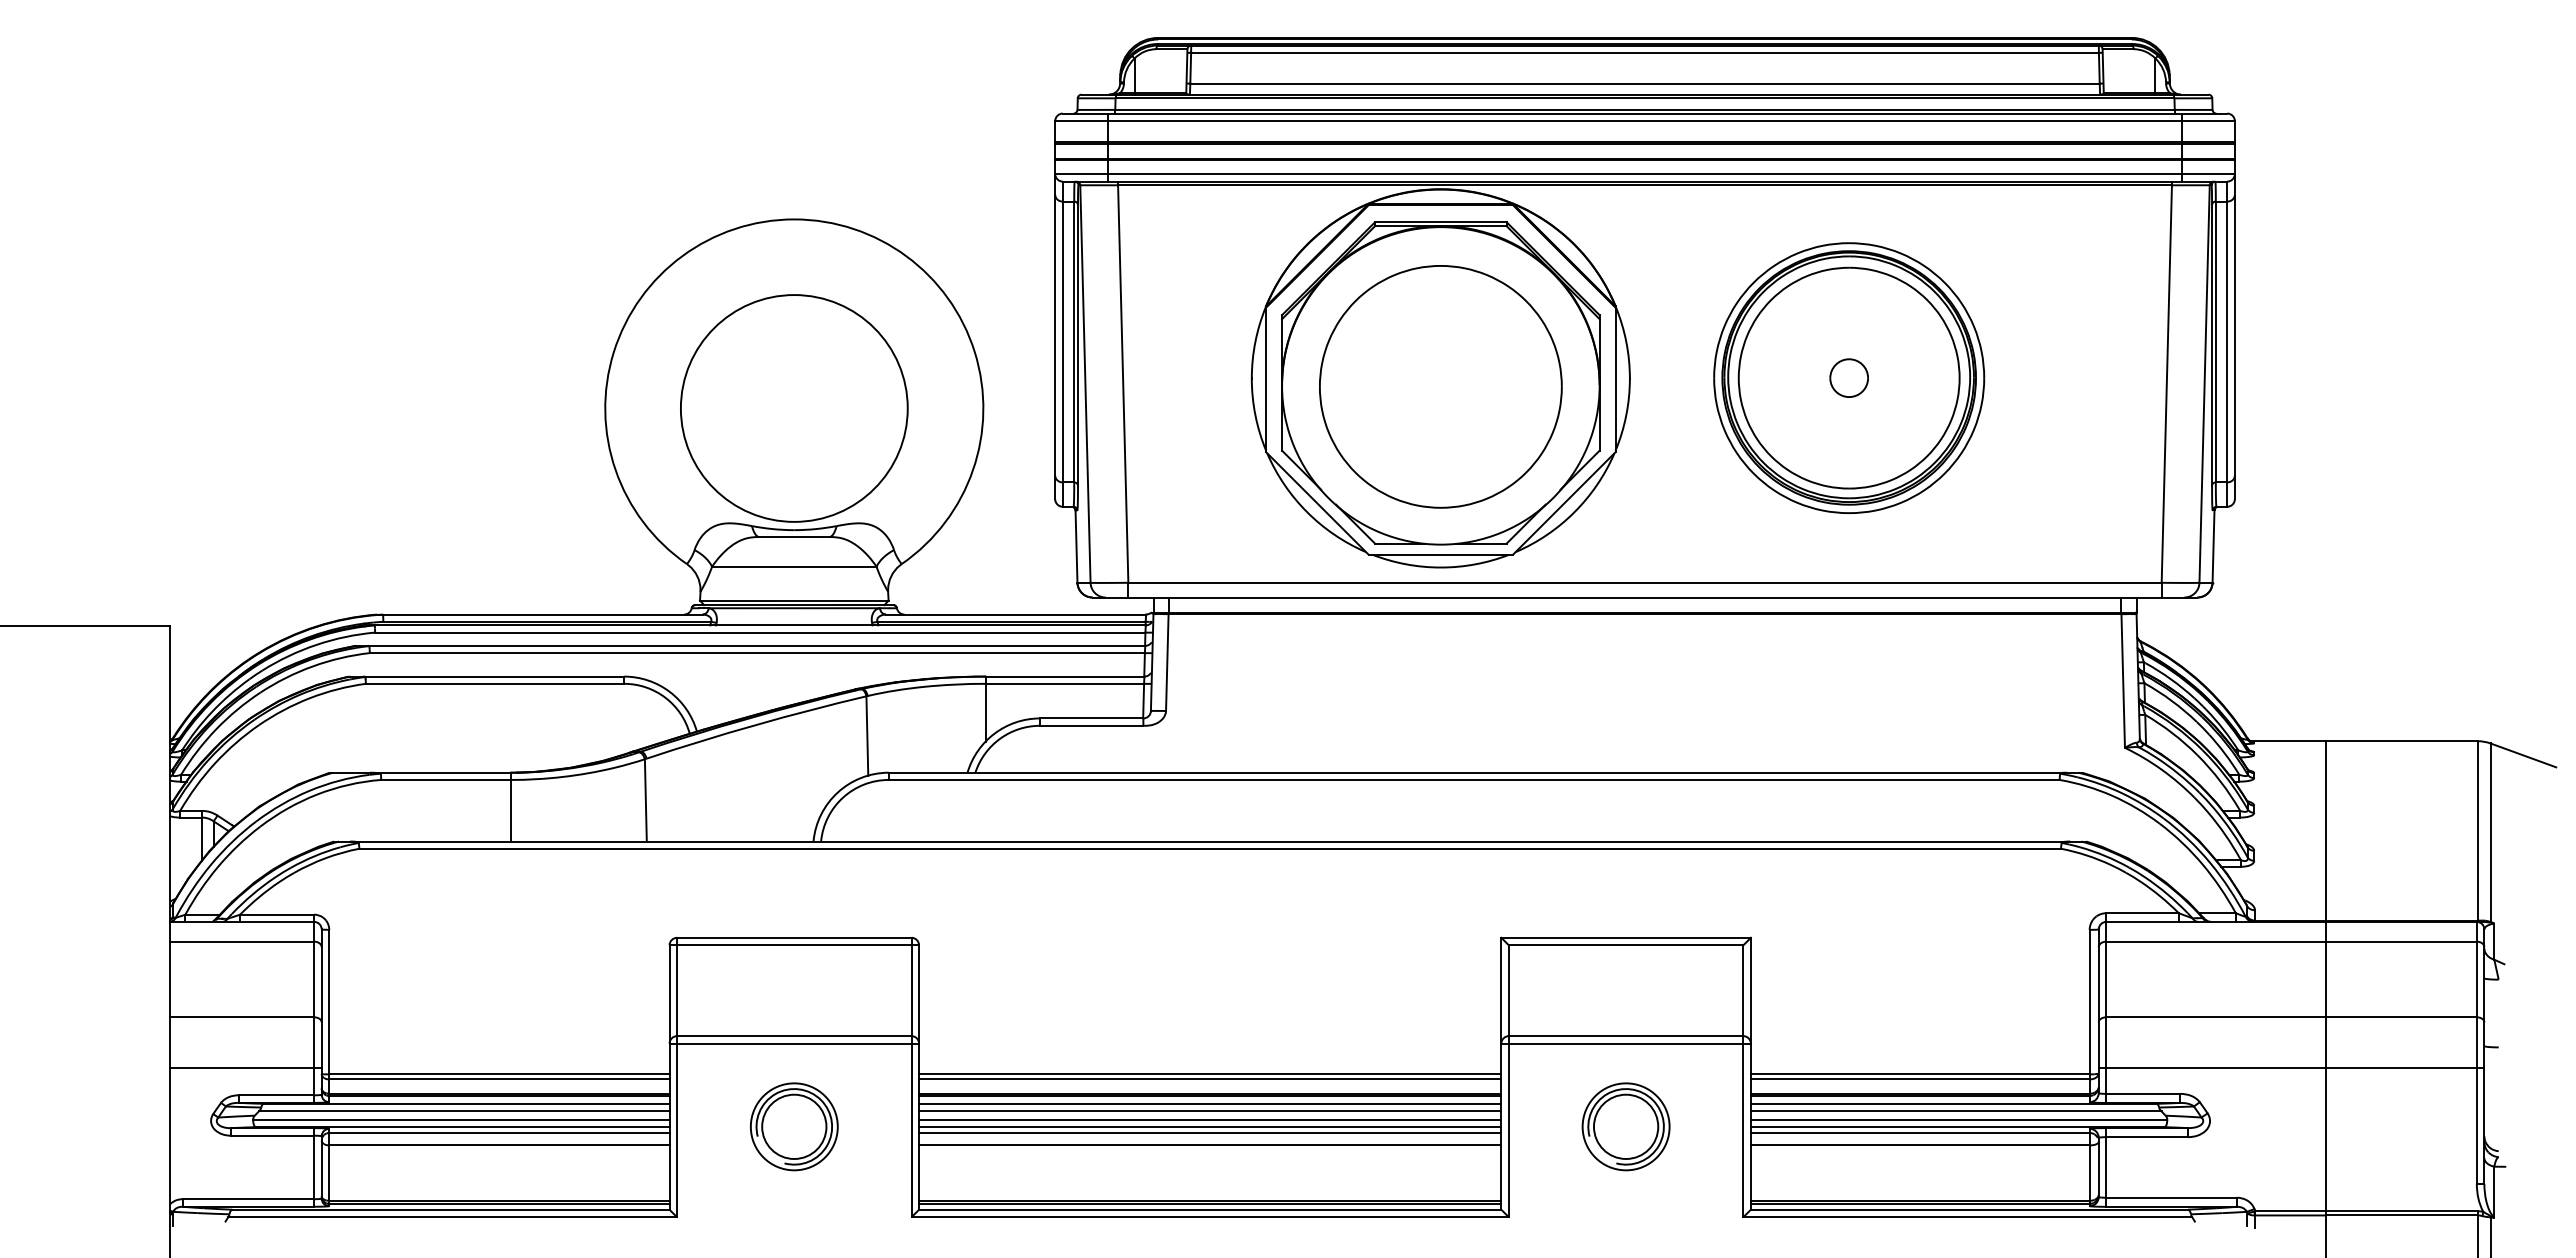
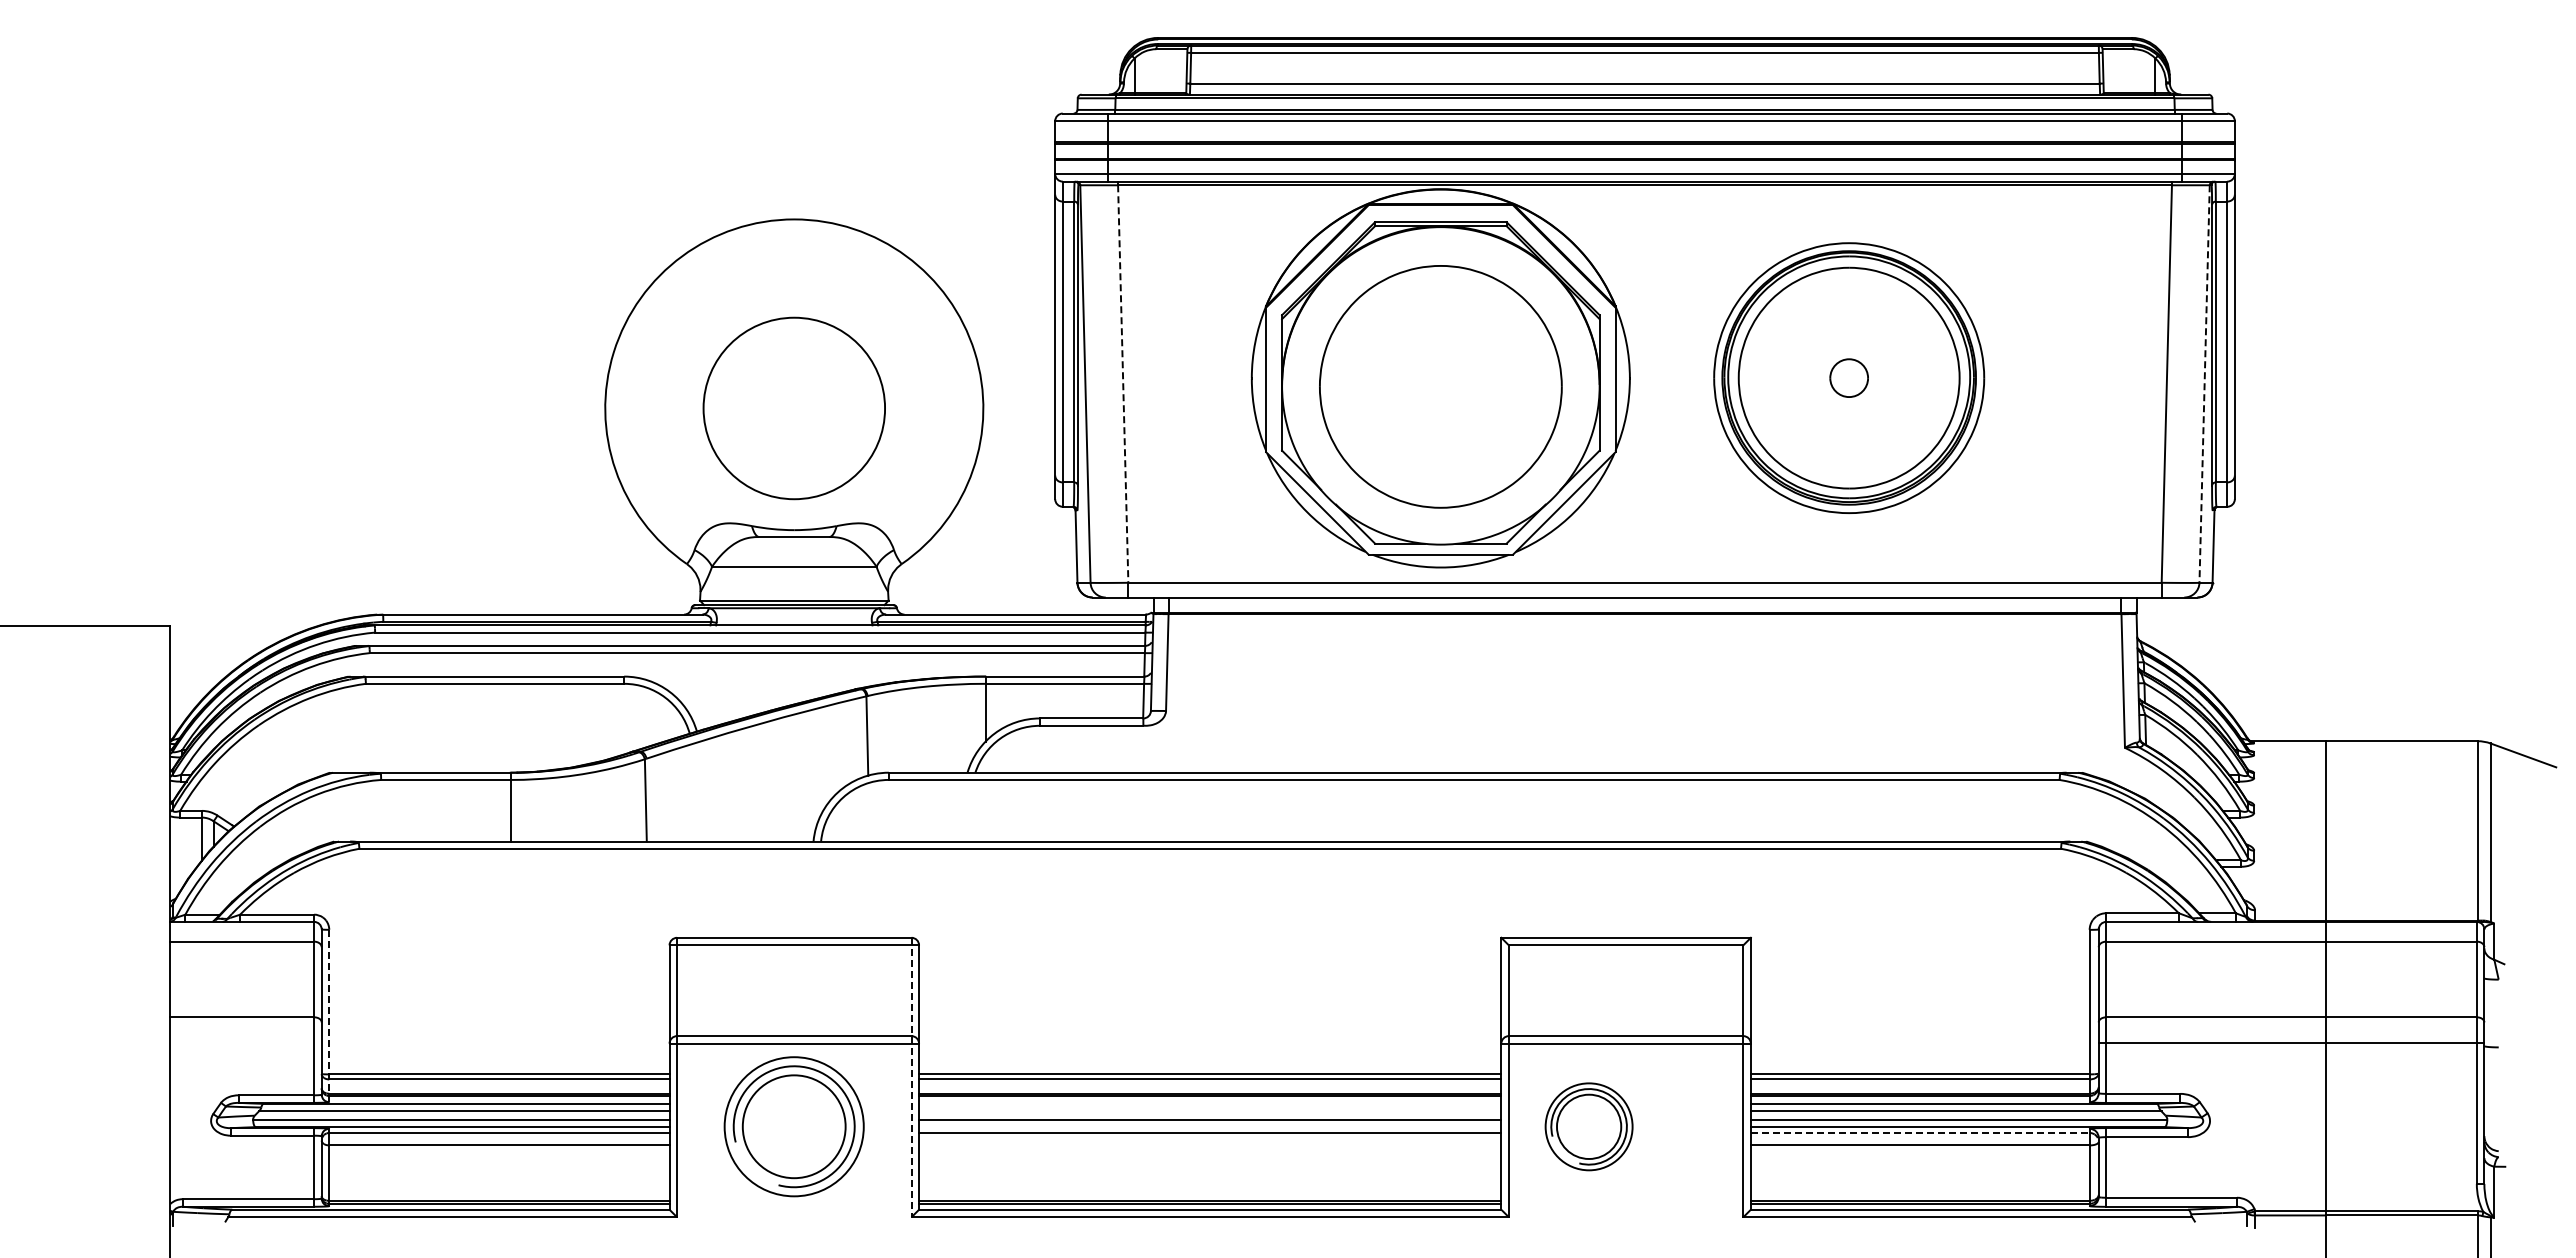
line at (1123, 384): solid -> dashed
line at (2204, 384): solid -> dashed
circle at (793, 408) diameter: 227 px -> 181 px
line at (329, 1016): solid -> dashed
line at (245, 1068): present -> none
line at (2291, 1068) position: (2291, 1068) -> (2291, 1043)
line at (911, 1077): solid -> dashed
line at (1210, 1103): present -> none
line at (1210, 1111): present -> none
part at (794, 1126) size: 89x90 px -> 142x142 px
part at (1625, 1126) position: (1625, 1126) -> (1588, 1126)
line at (1210, 1127): present -> none
line at (1920, 1132): solid -> dashed
line at (1210, 1145): present -> none
